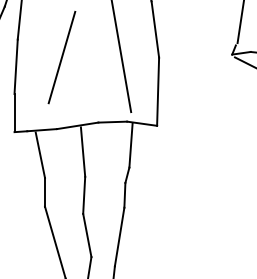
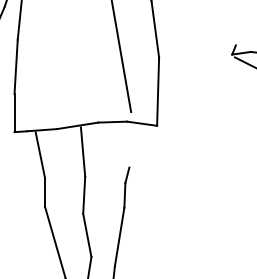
line at (240, 22): present -> none
line at (61, 57): present -> none
line at (130, 145): present -> none
